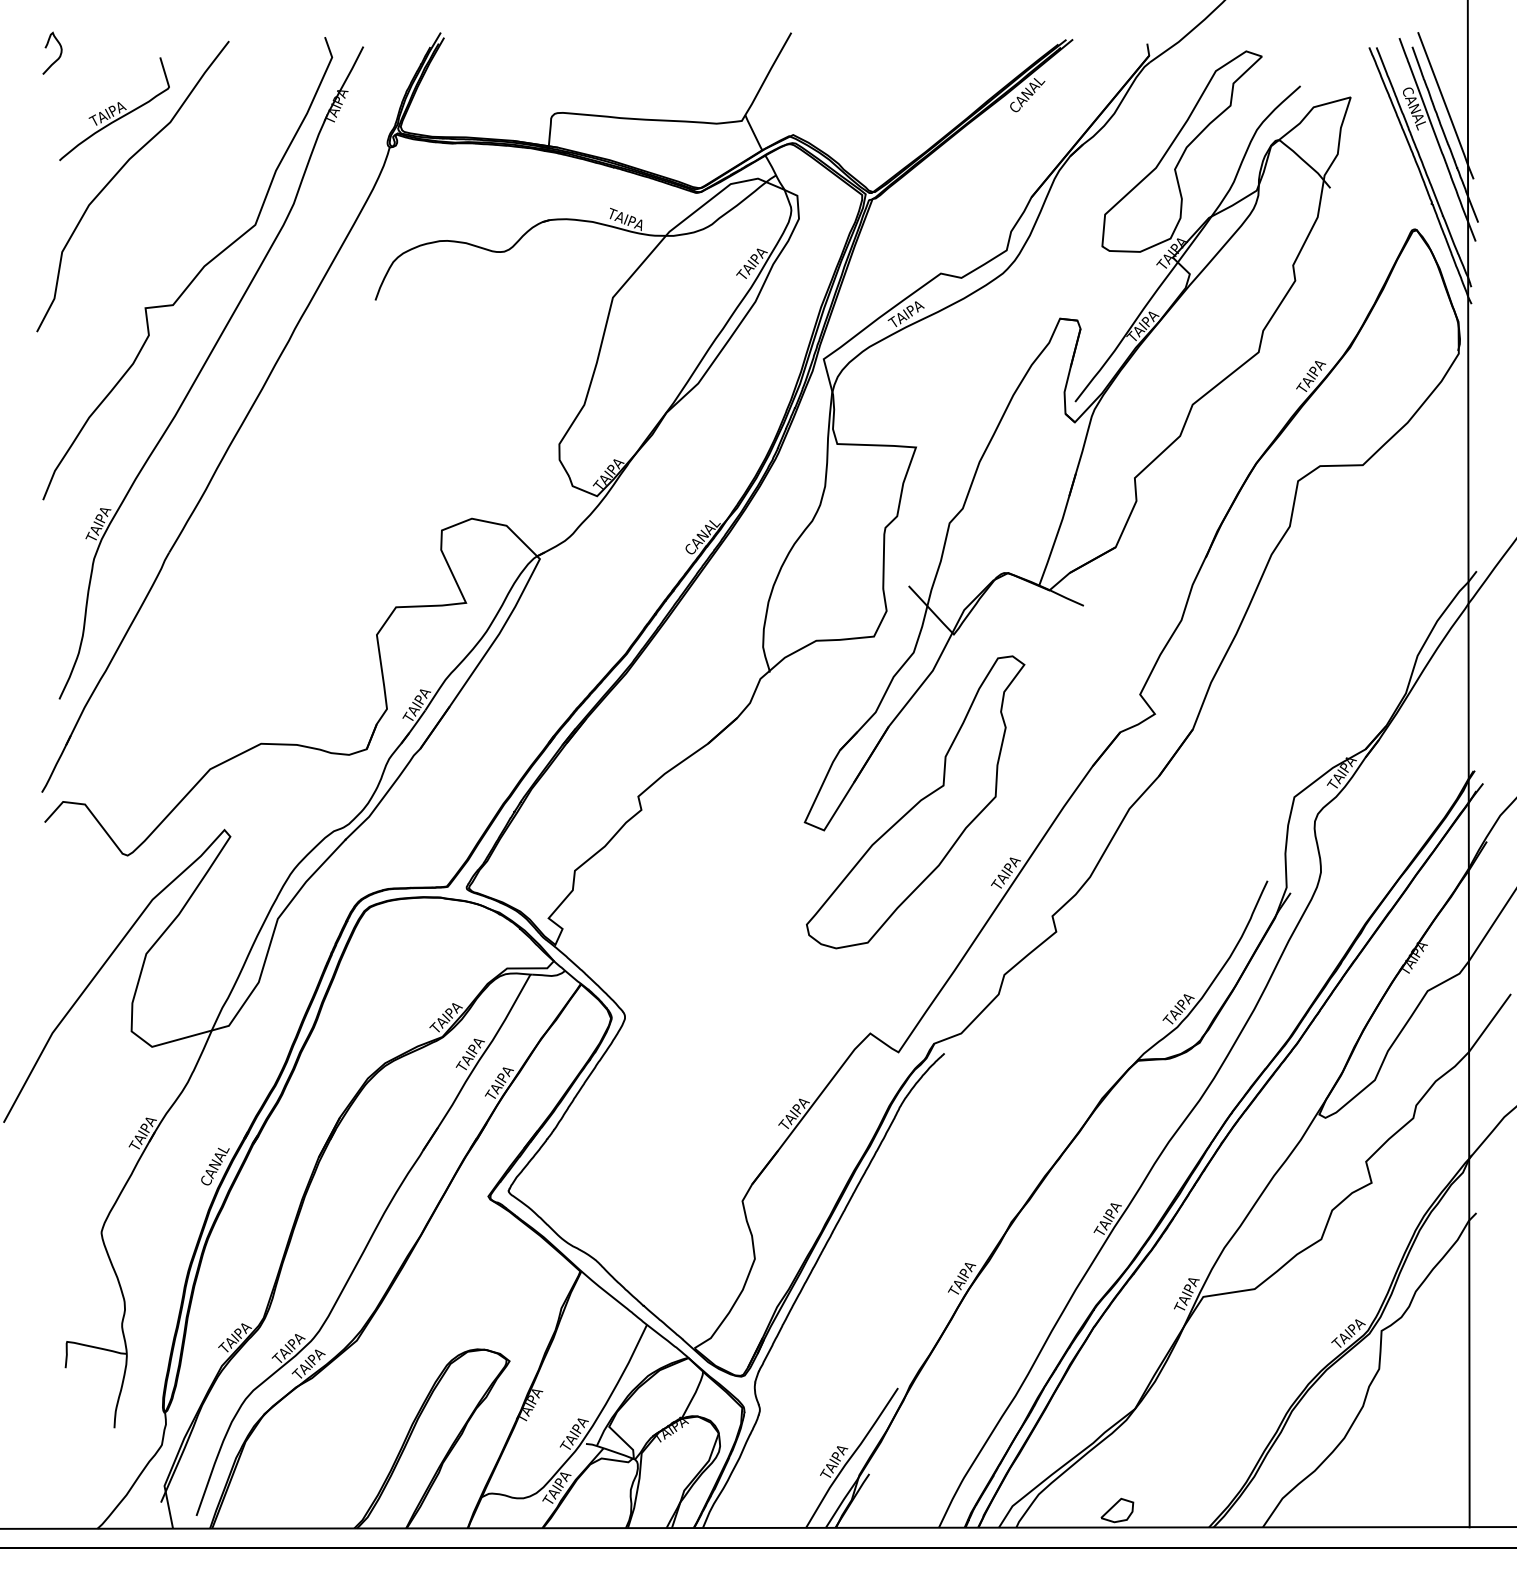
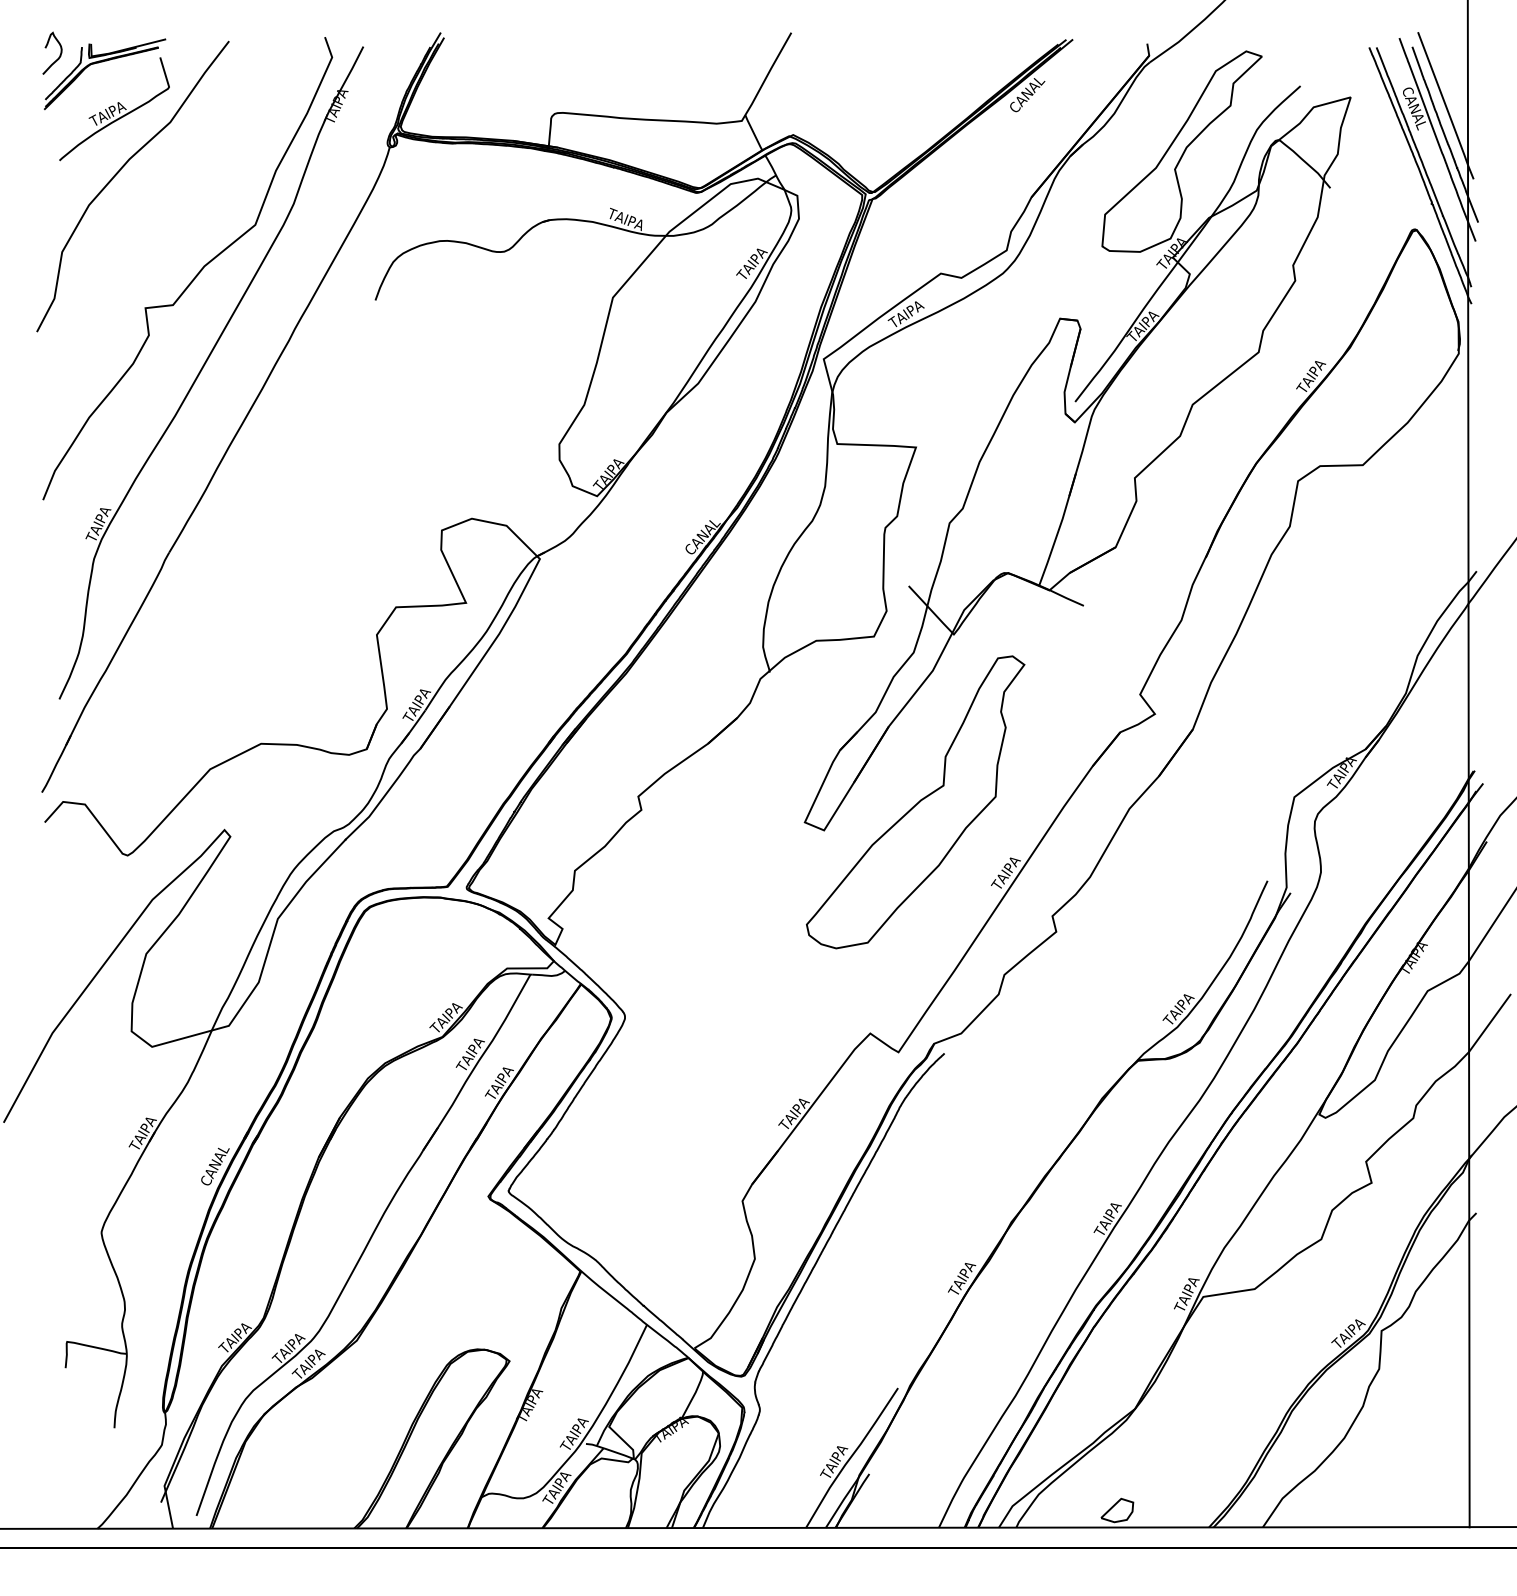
part at (102, 62): none -> present
